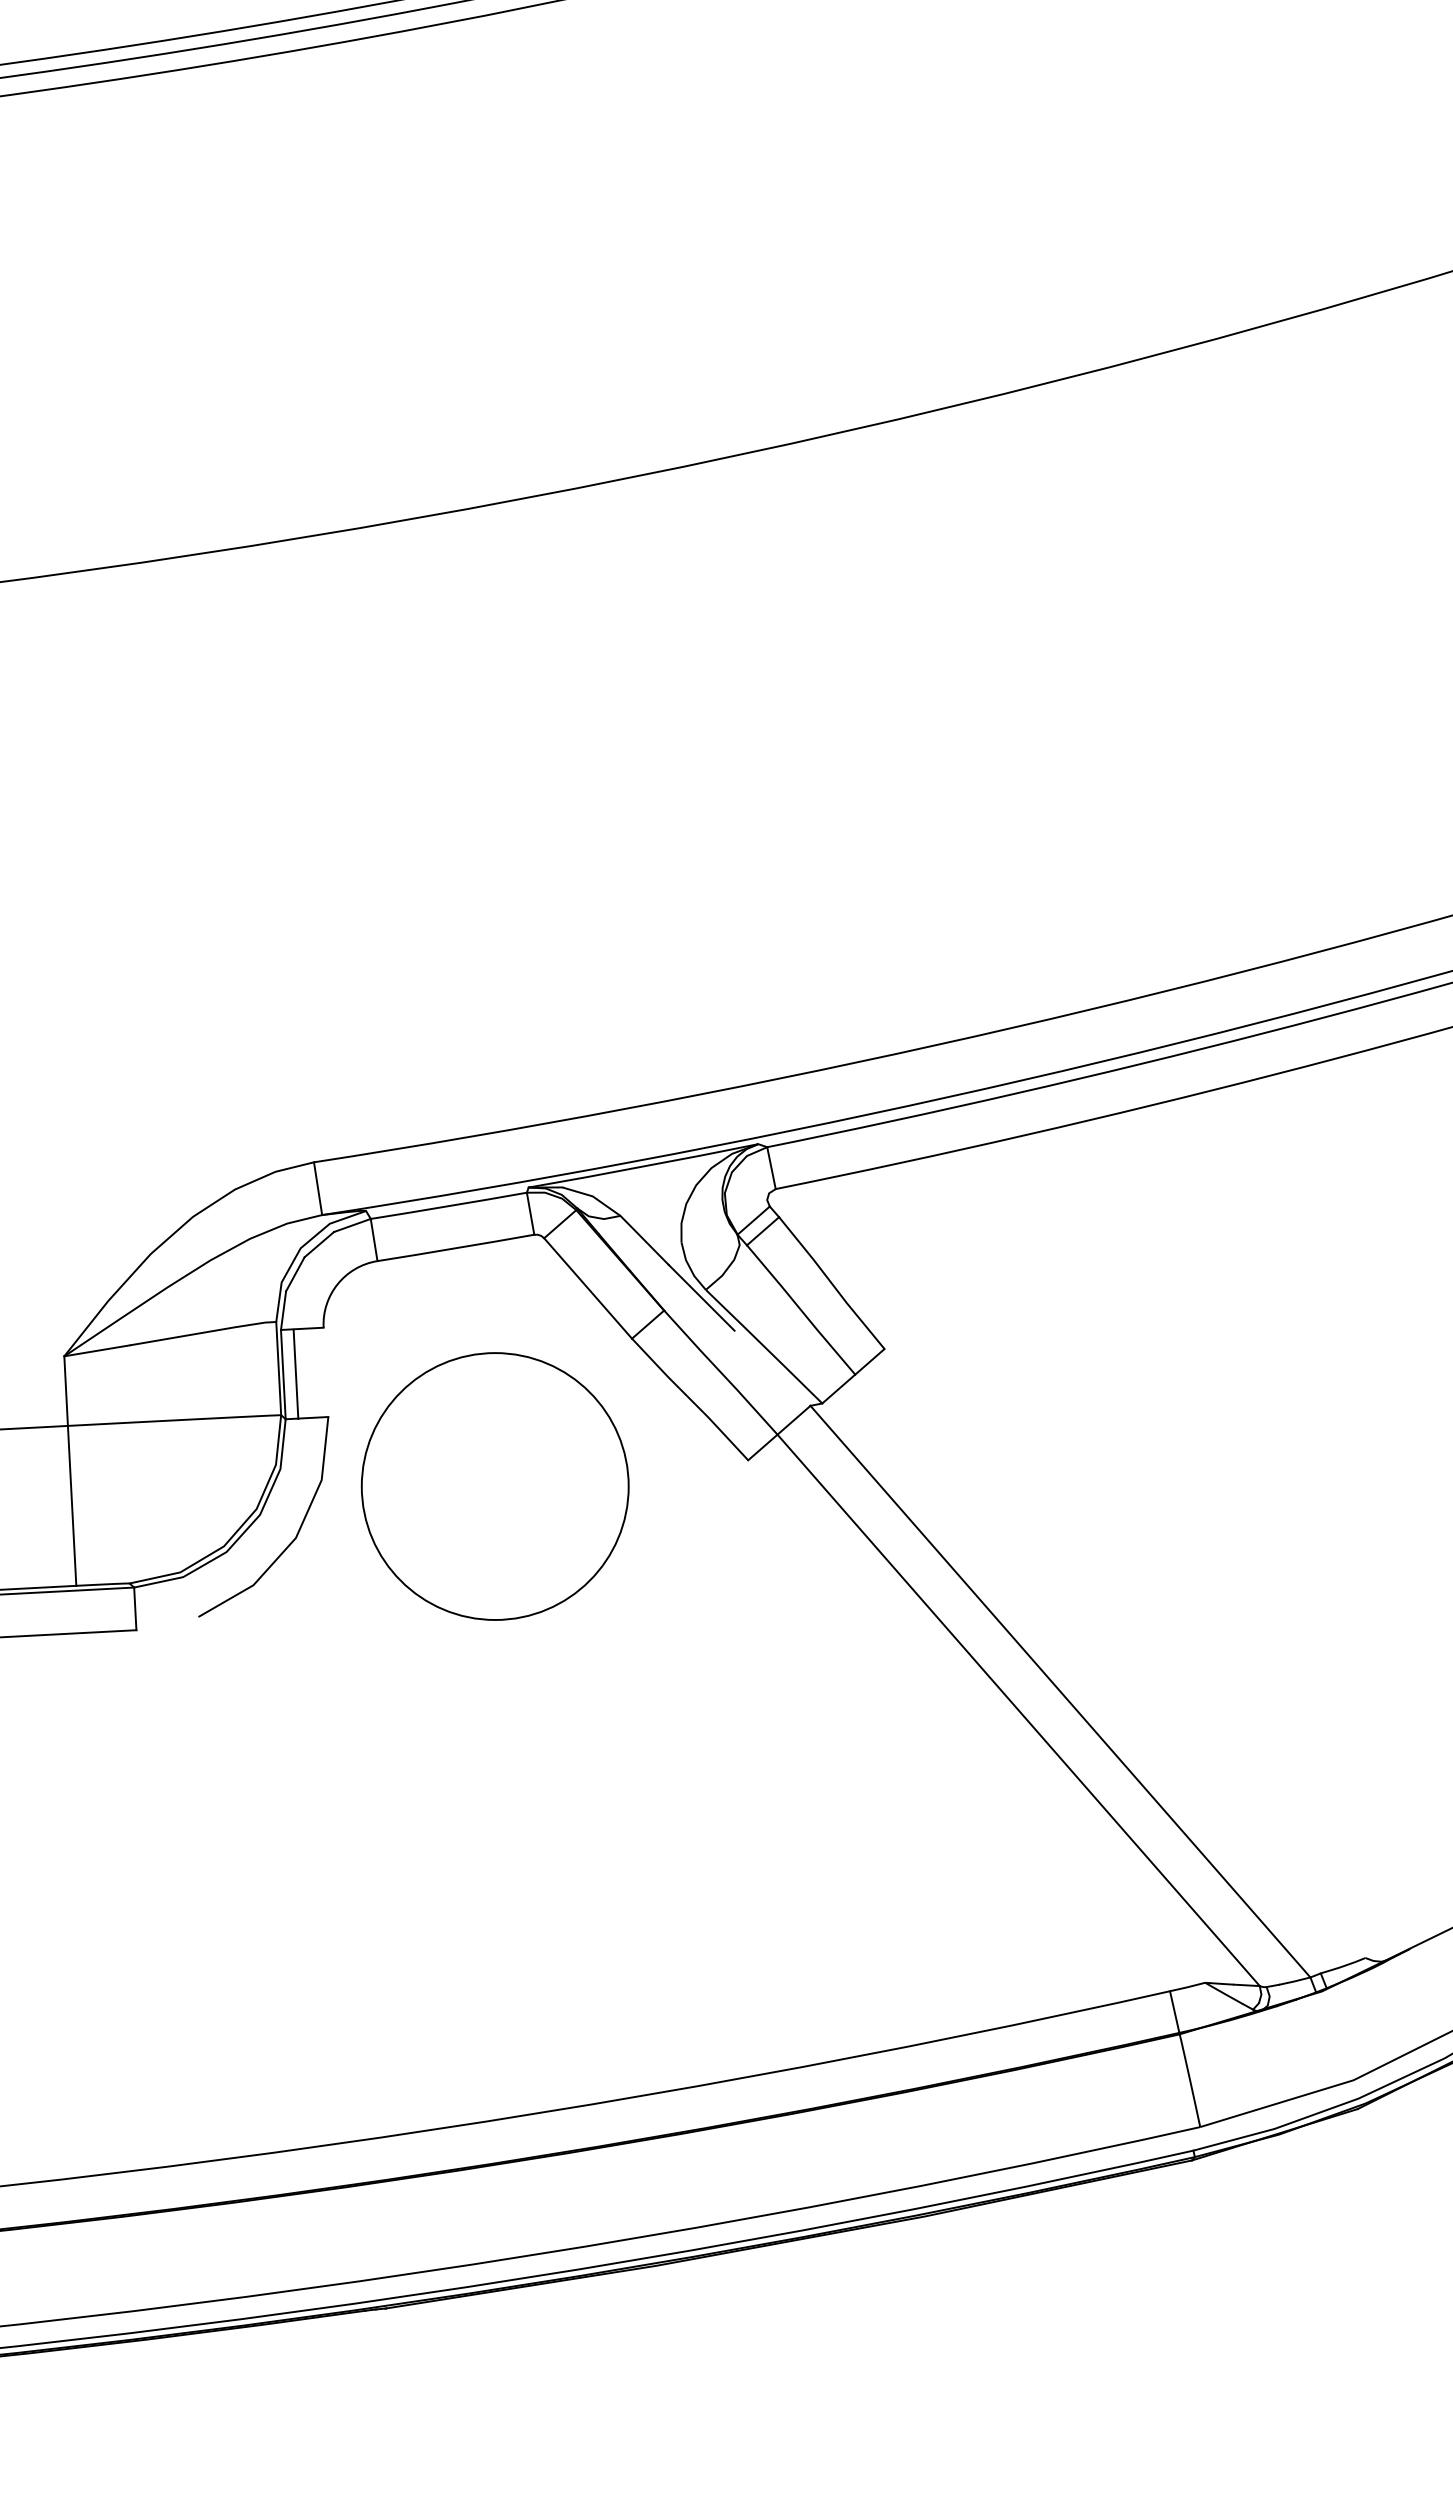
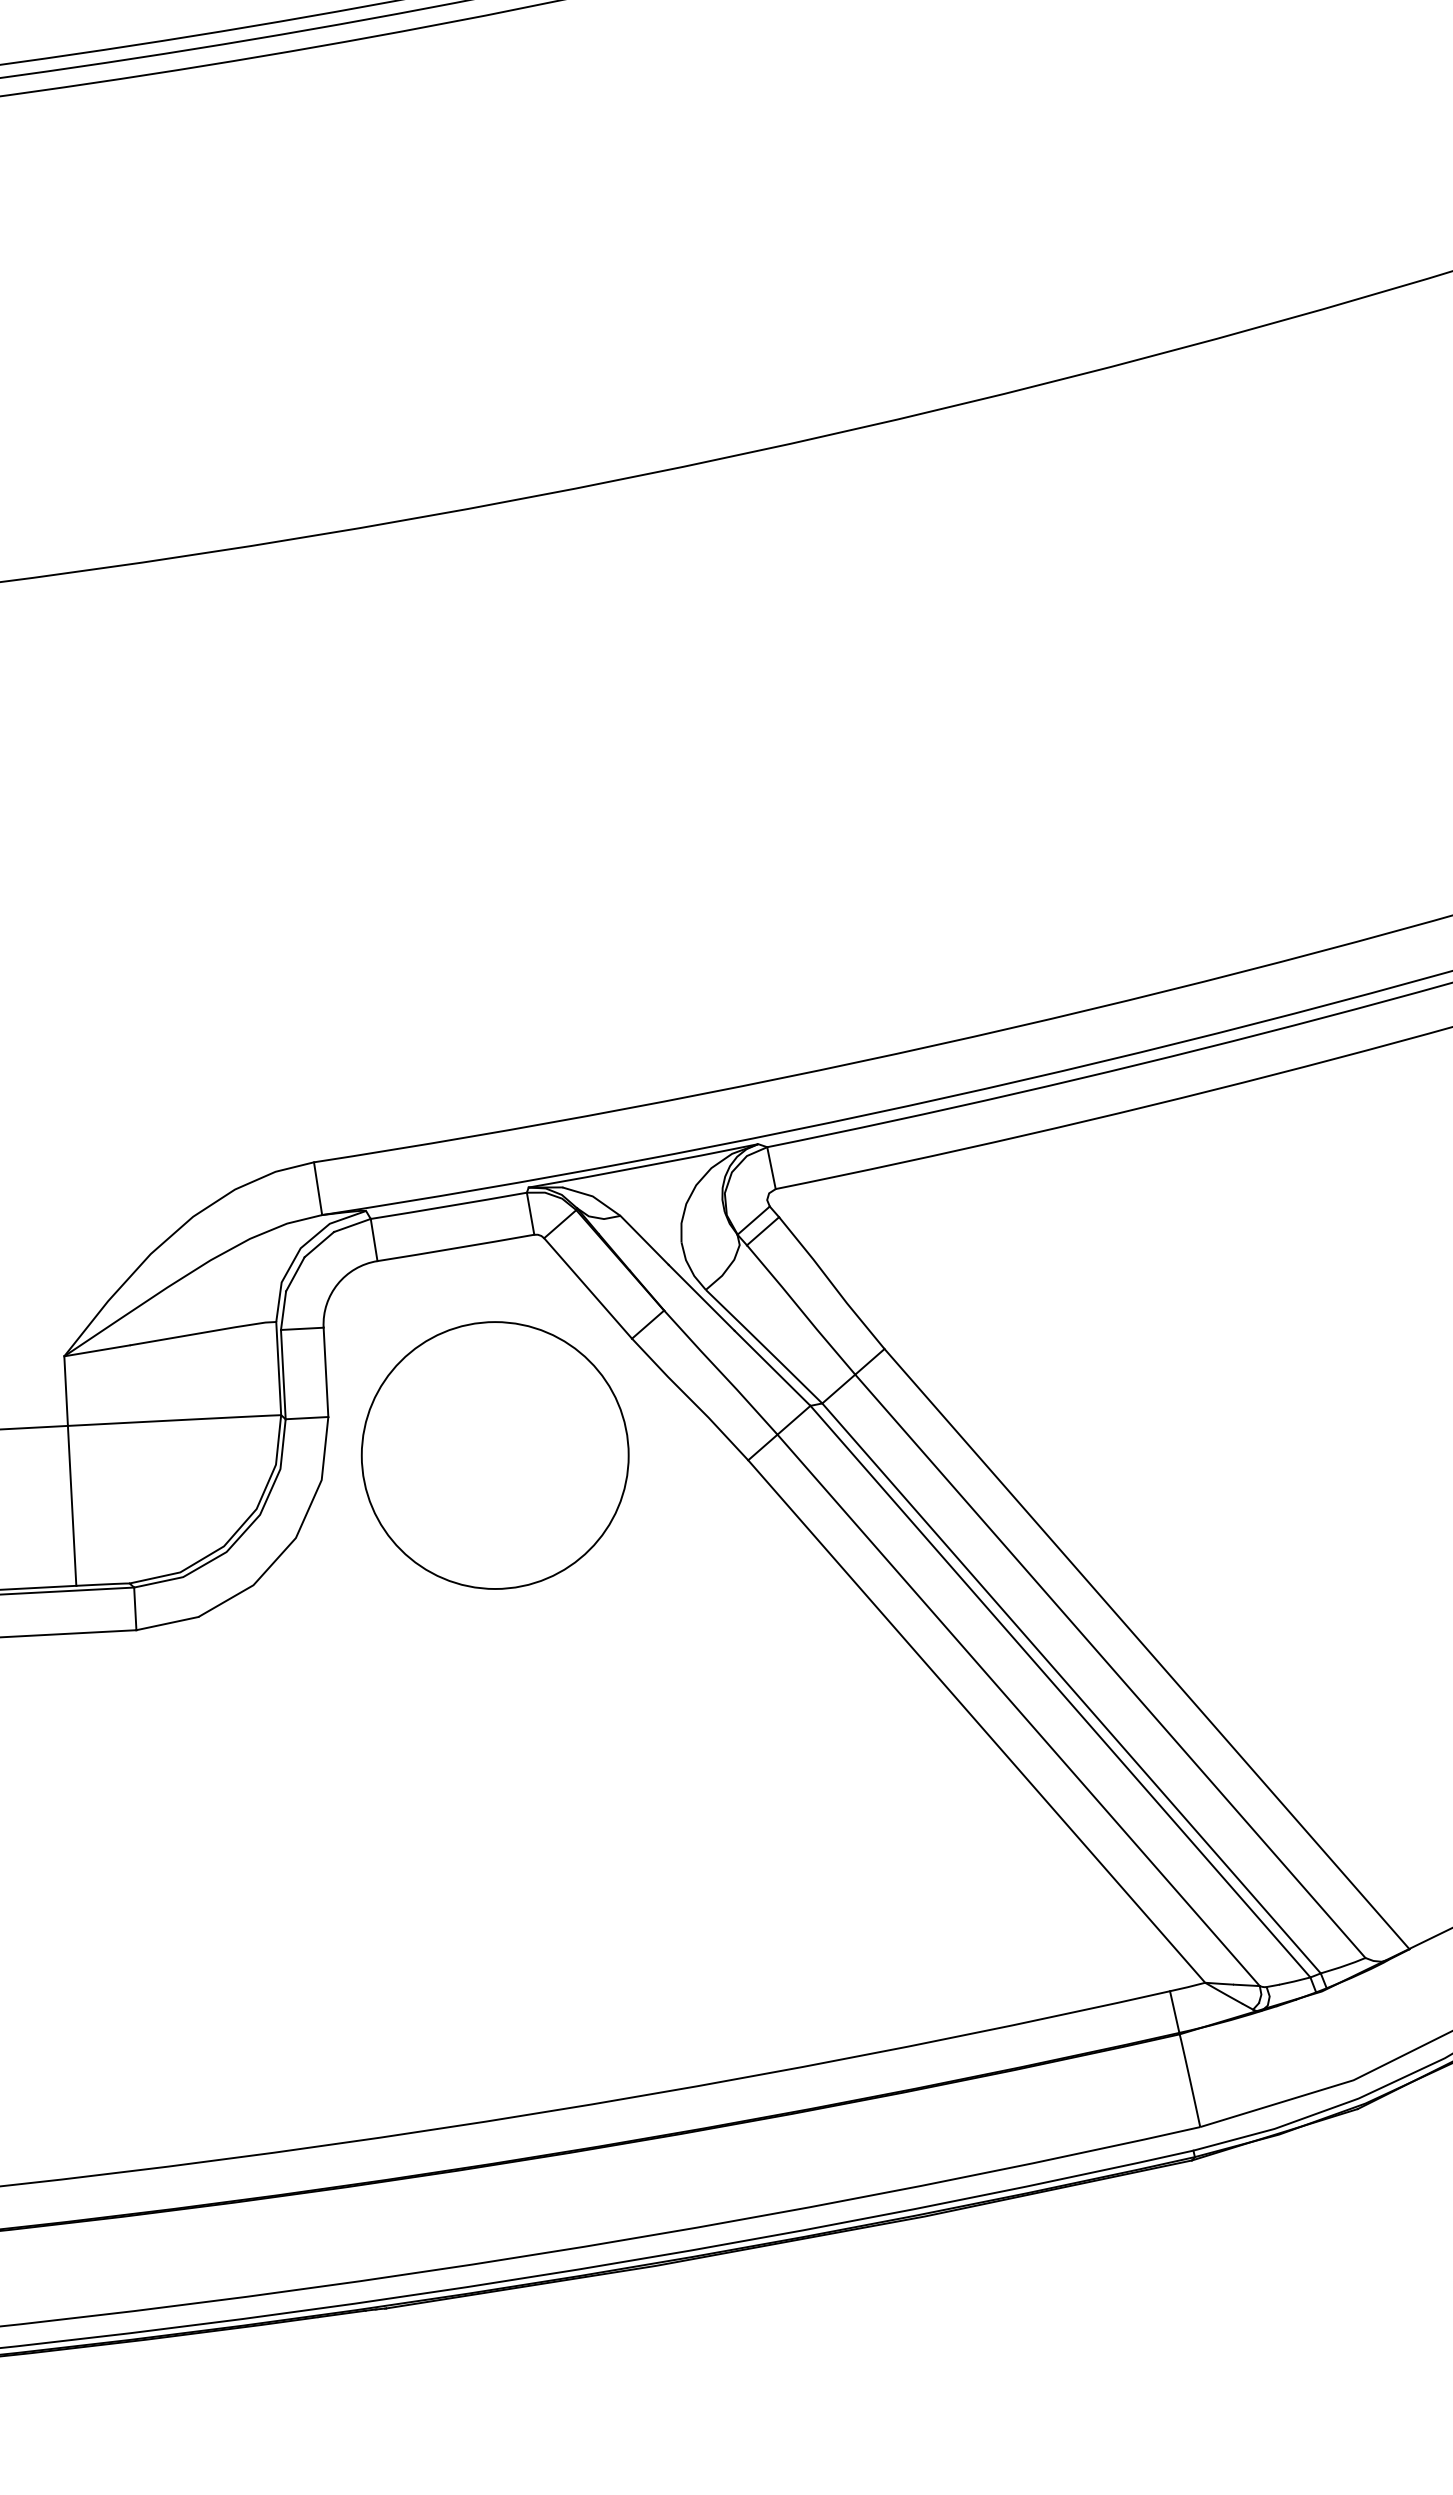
line at (772, 1367): none -> present
line at (295, 1374) position: (295, 1374) -> (325, 1372)
circle at (494, 1486) position: (494, 1486) -> (494, 1455)
line at (167, 1623): none -> present
line at (1146, 1649): none -> present
line at (1110, 1665): none -> present
line at (1071, 1688): none -> present
line at (976, 1721): none -> present
